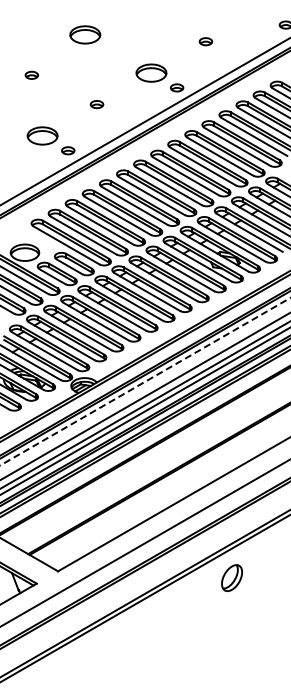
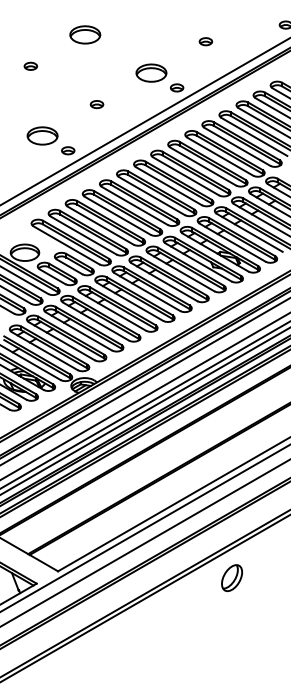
part at (31, 74) position: (31, 74) -> (30, 65)
line at (146, 381): dashed -> solid
line at (144, 528): none -> present
